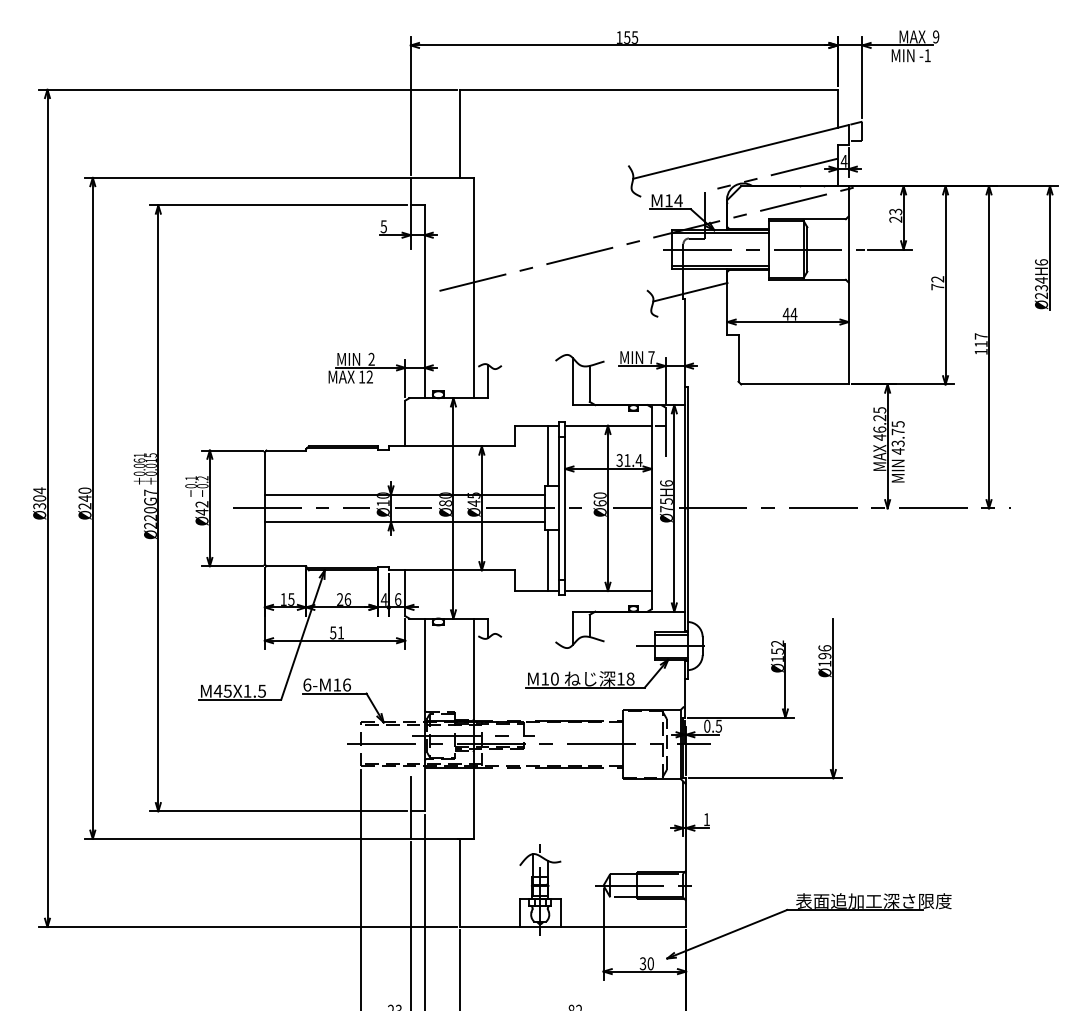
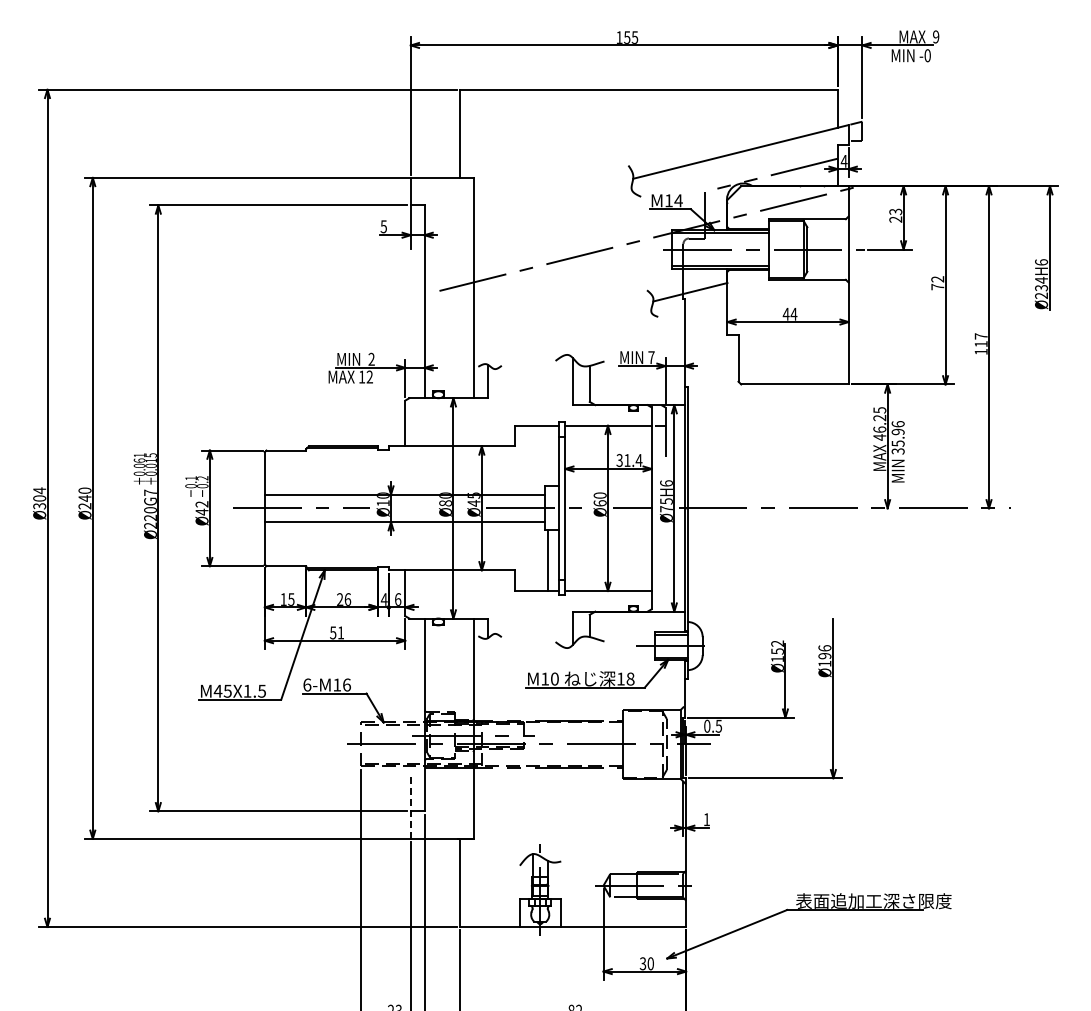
text at (927, 55): -1 -> -0
text at (897, 437): 43.75 -> 35.96
line at (548, 455): present -> none
line at (413, 508): present -> none
line at (410, 807): solid -> dashed
